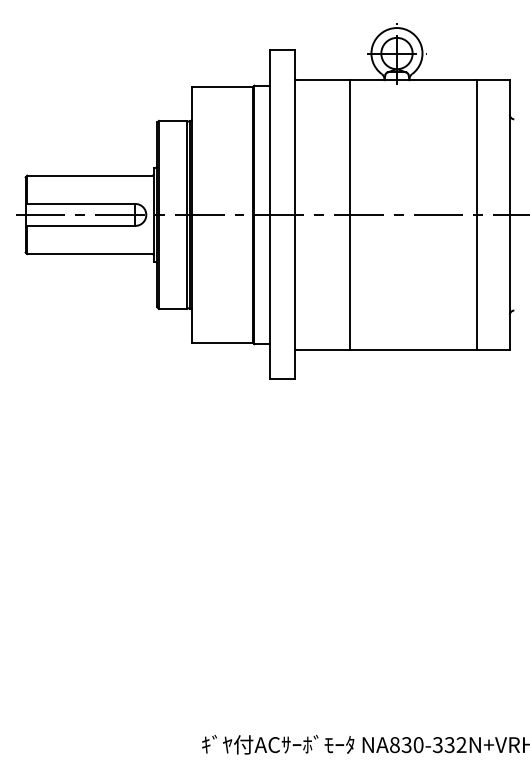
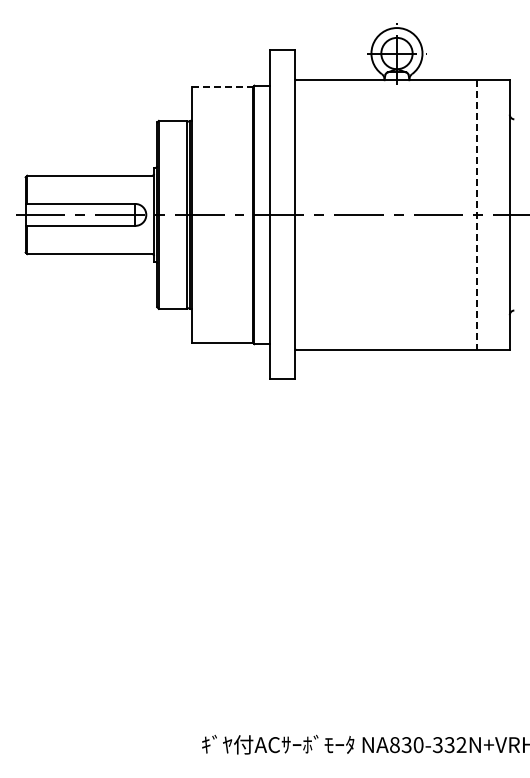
line at (222, 87): solid -> dashed
line at (349, 214): present -> none
line at (476, 214): solid -> dashed
